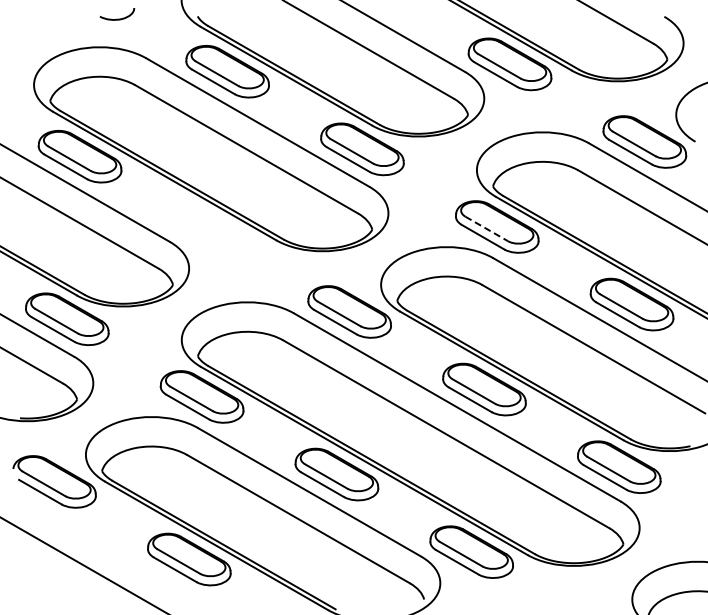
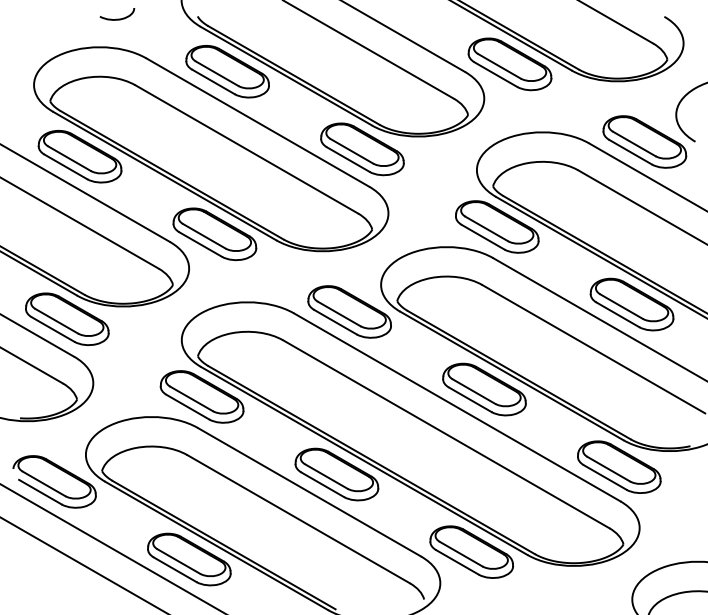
line at (486, 228): dashed -> solid
part at (214, 234): none -> present
line at (111, 548): none -> present
